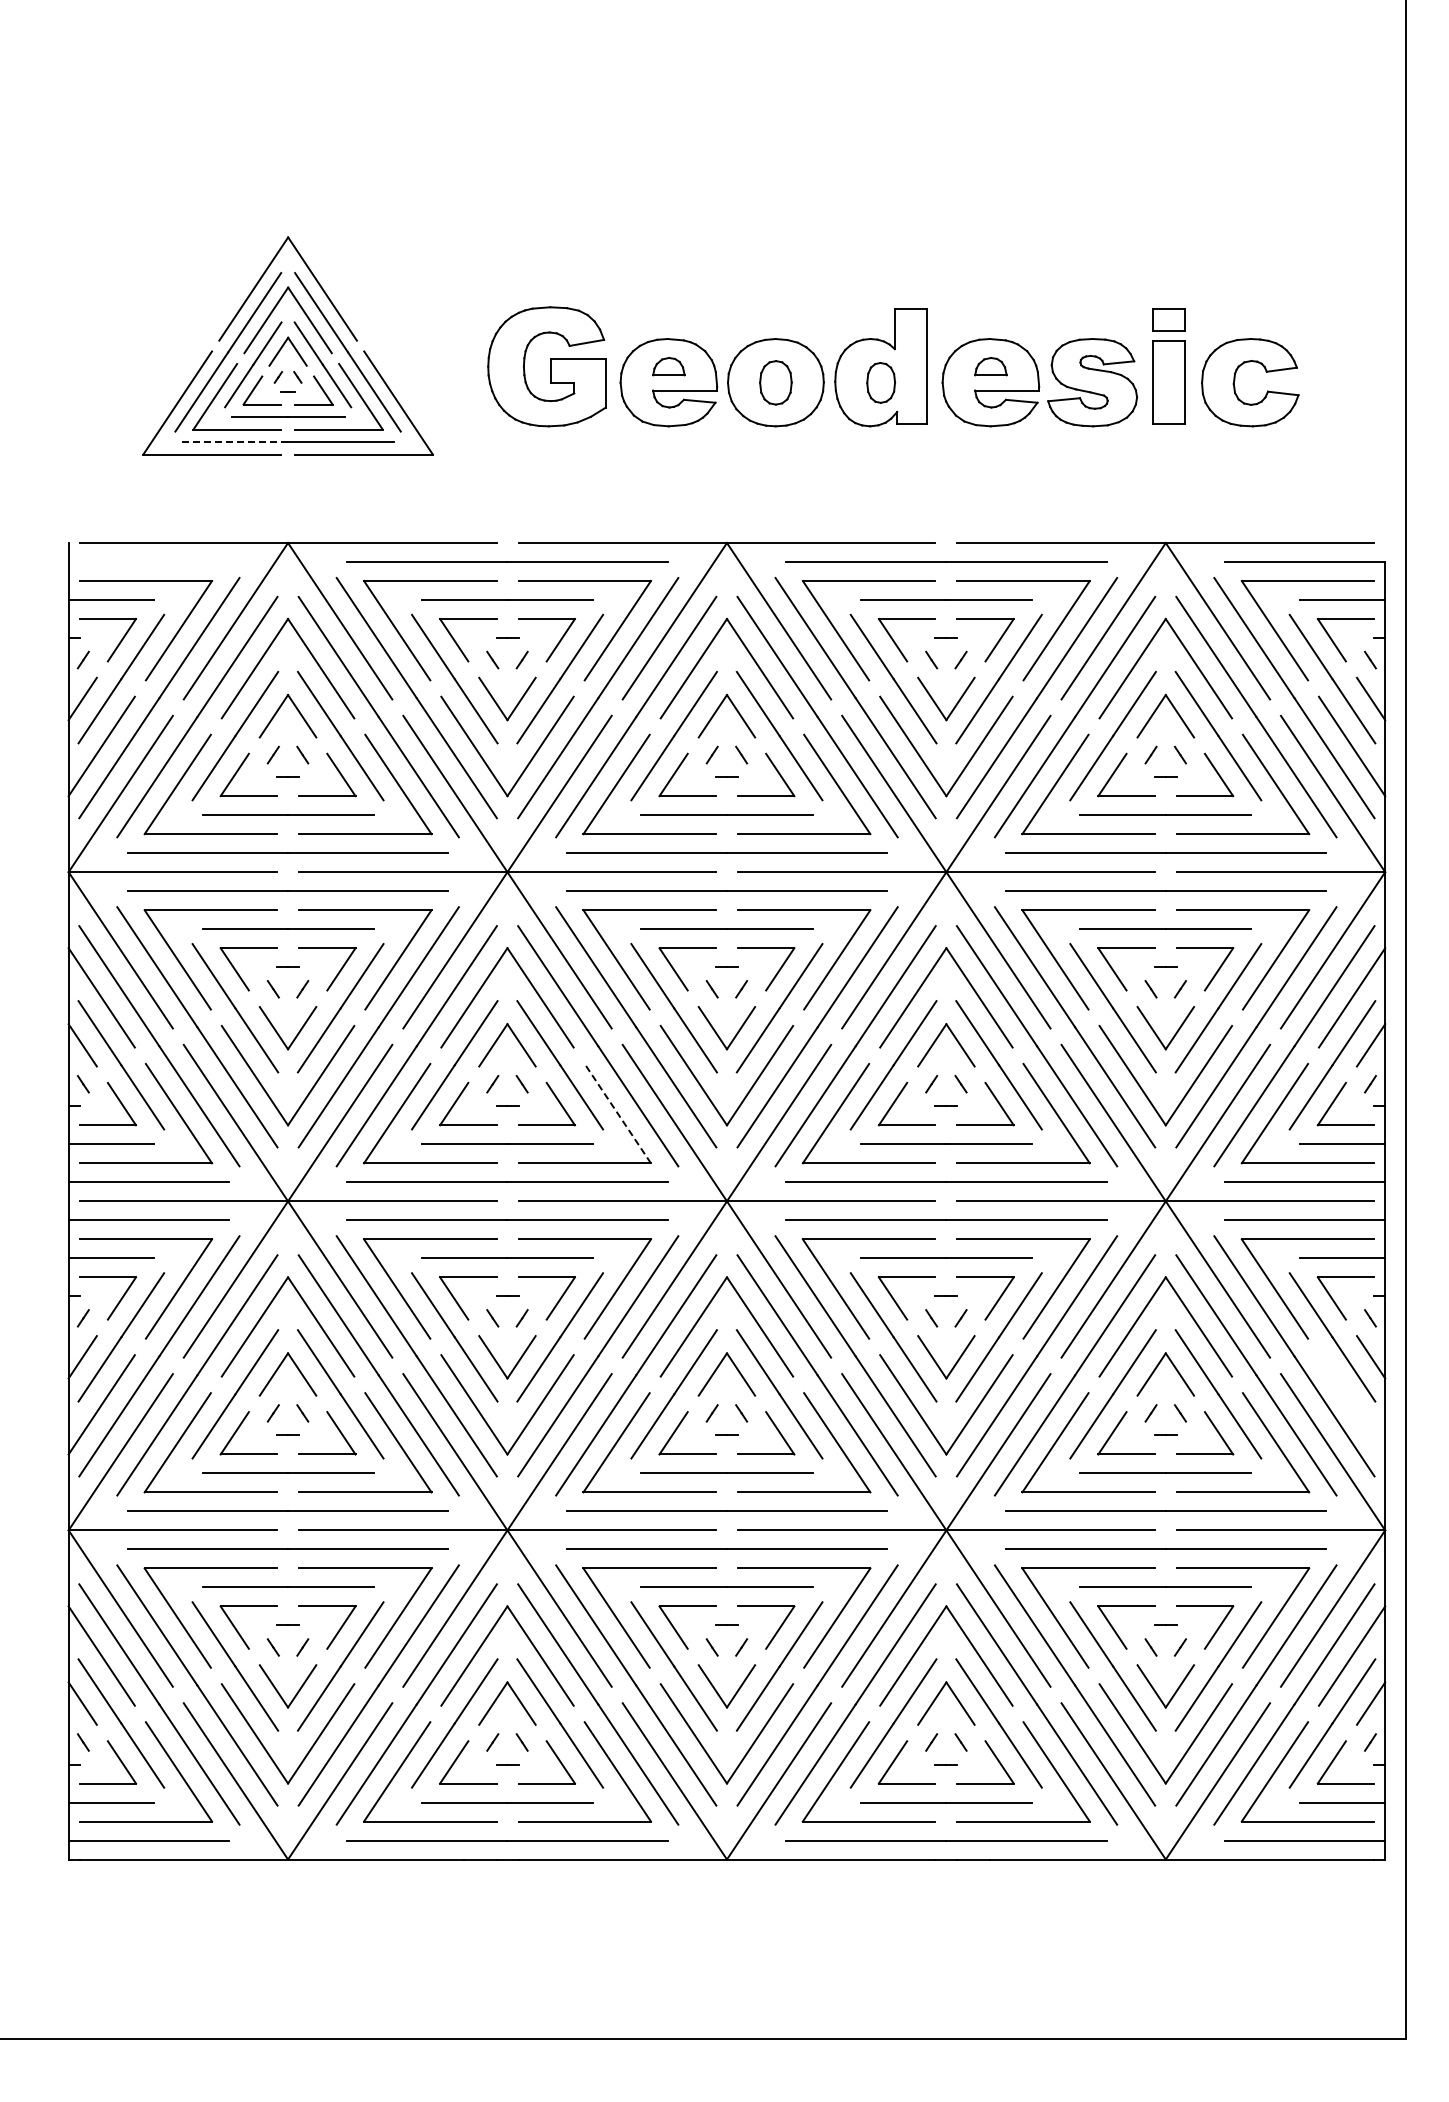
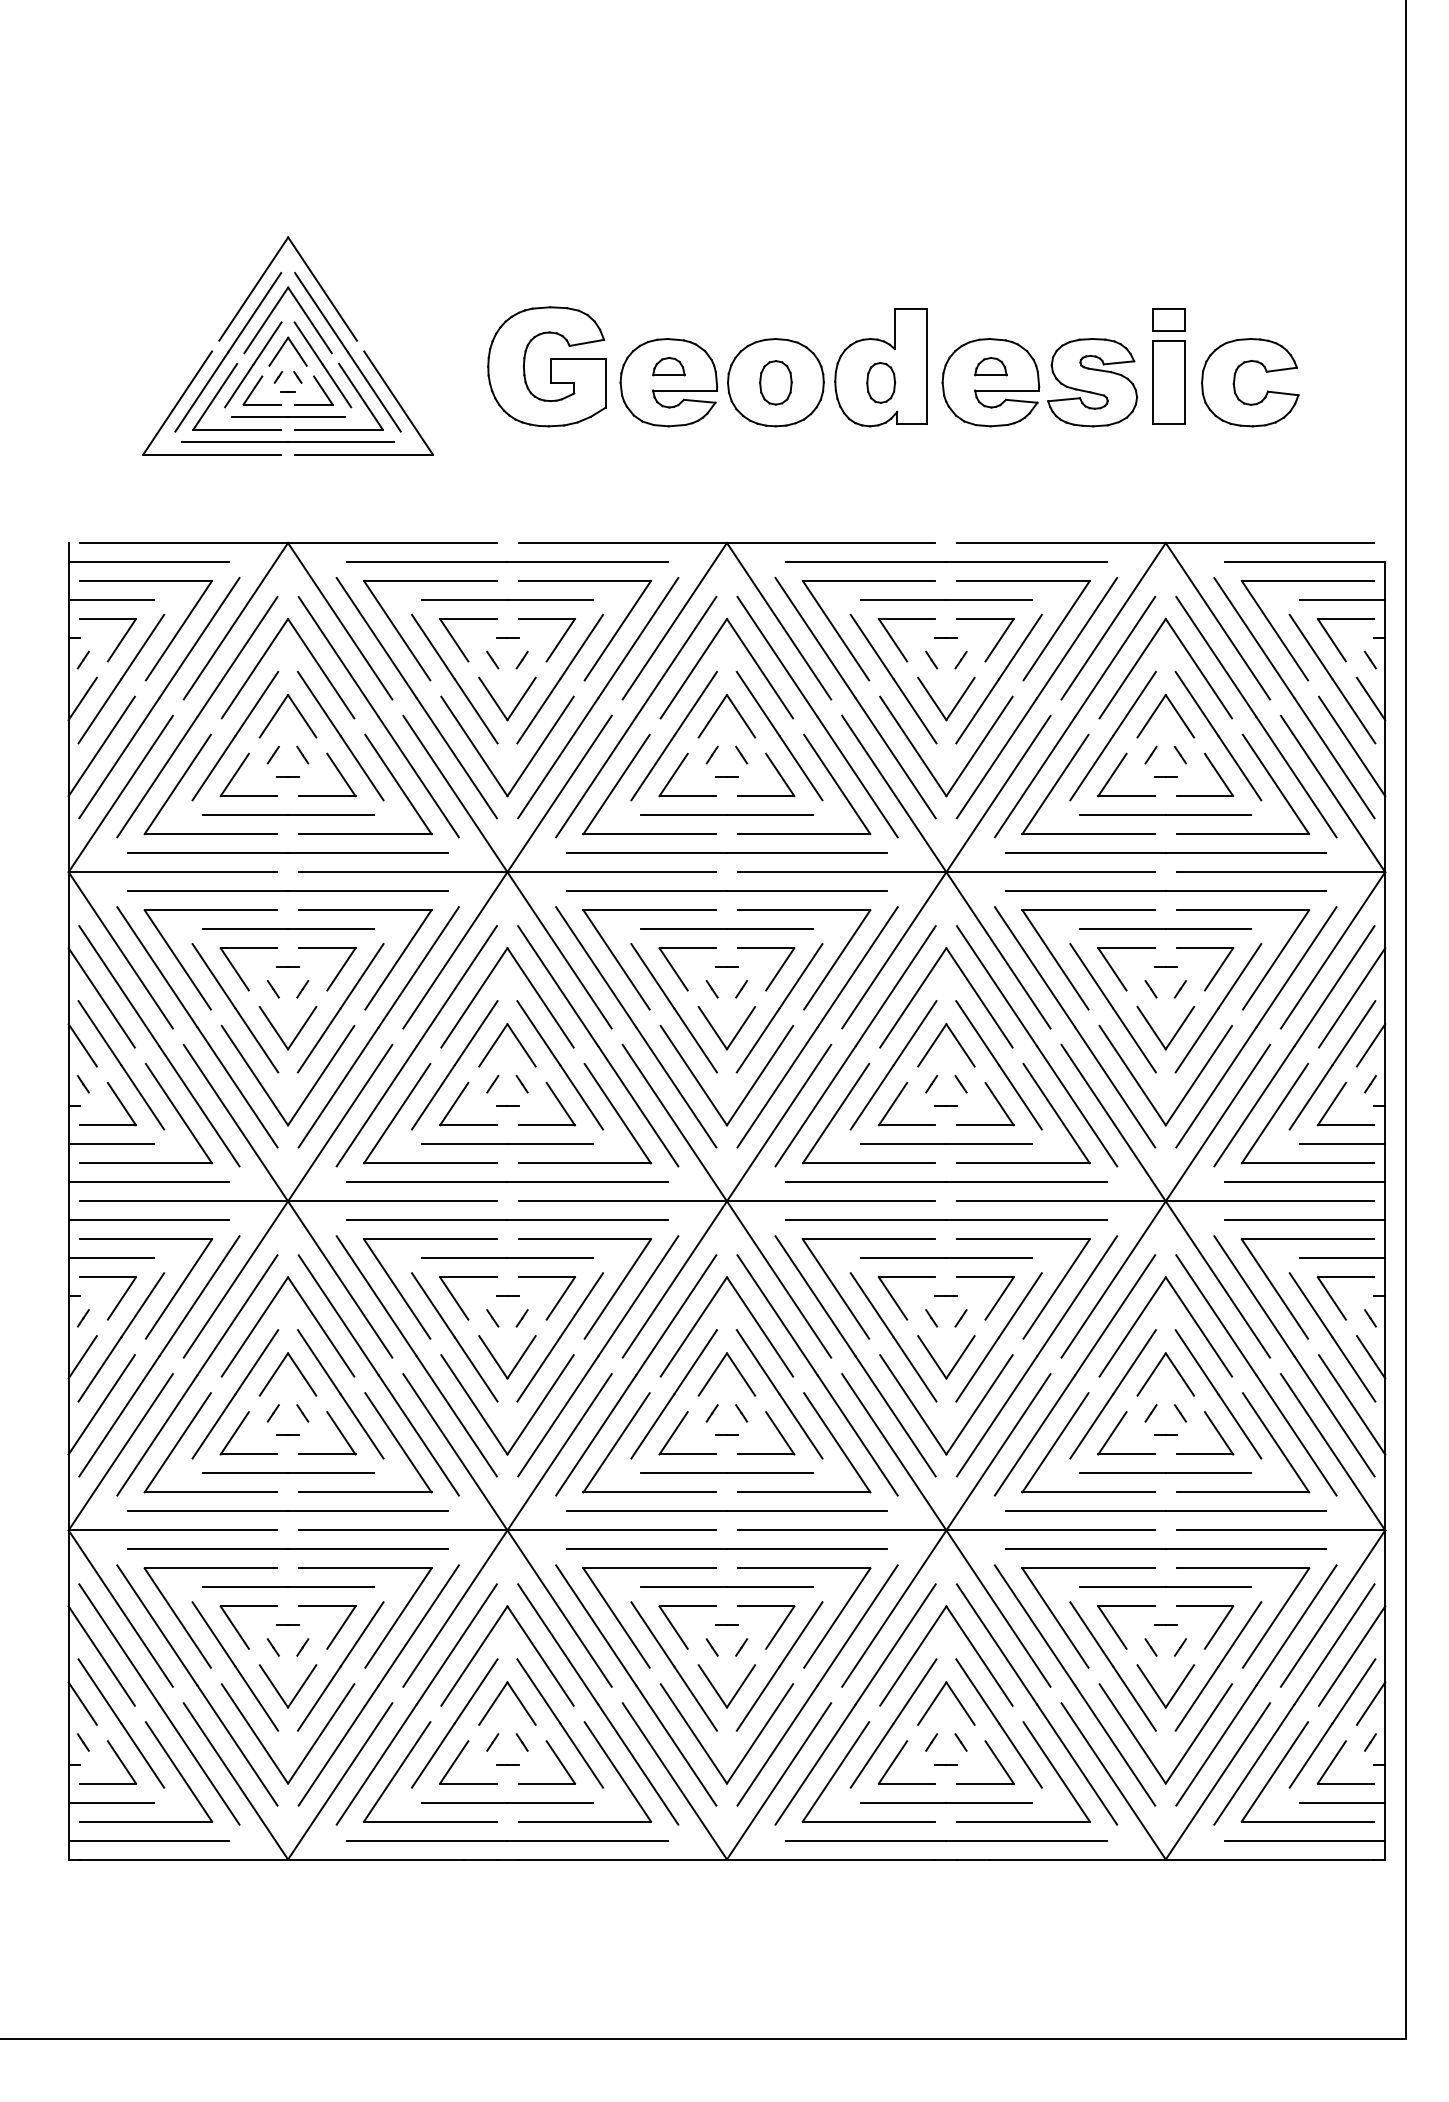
line at (235, 442): dashed -> solid
line at (148, 562): none -> present
line at (617, 1113): dashed -> solid
line at (1351, 1404): none -> present
